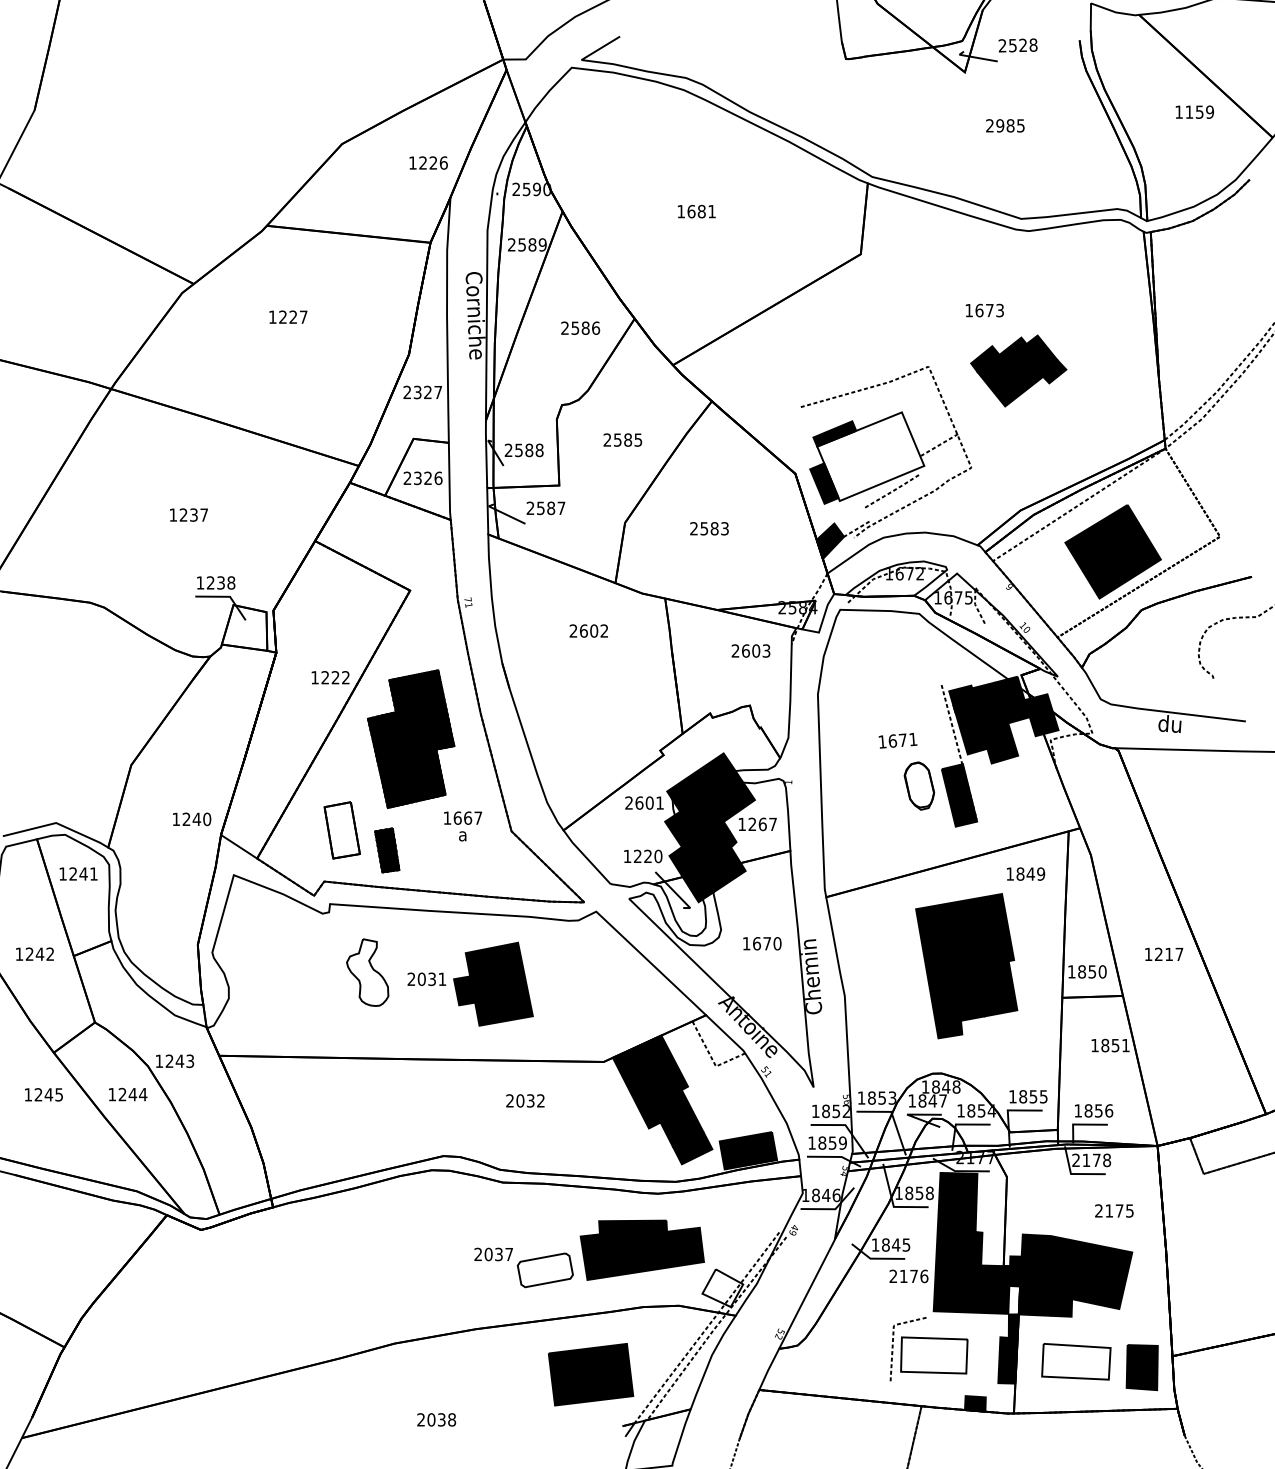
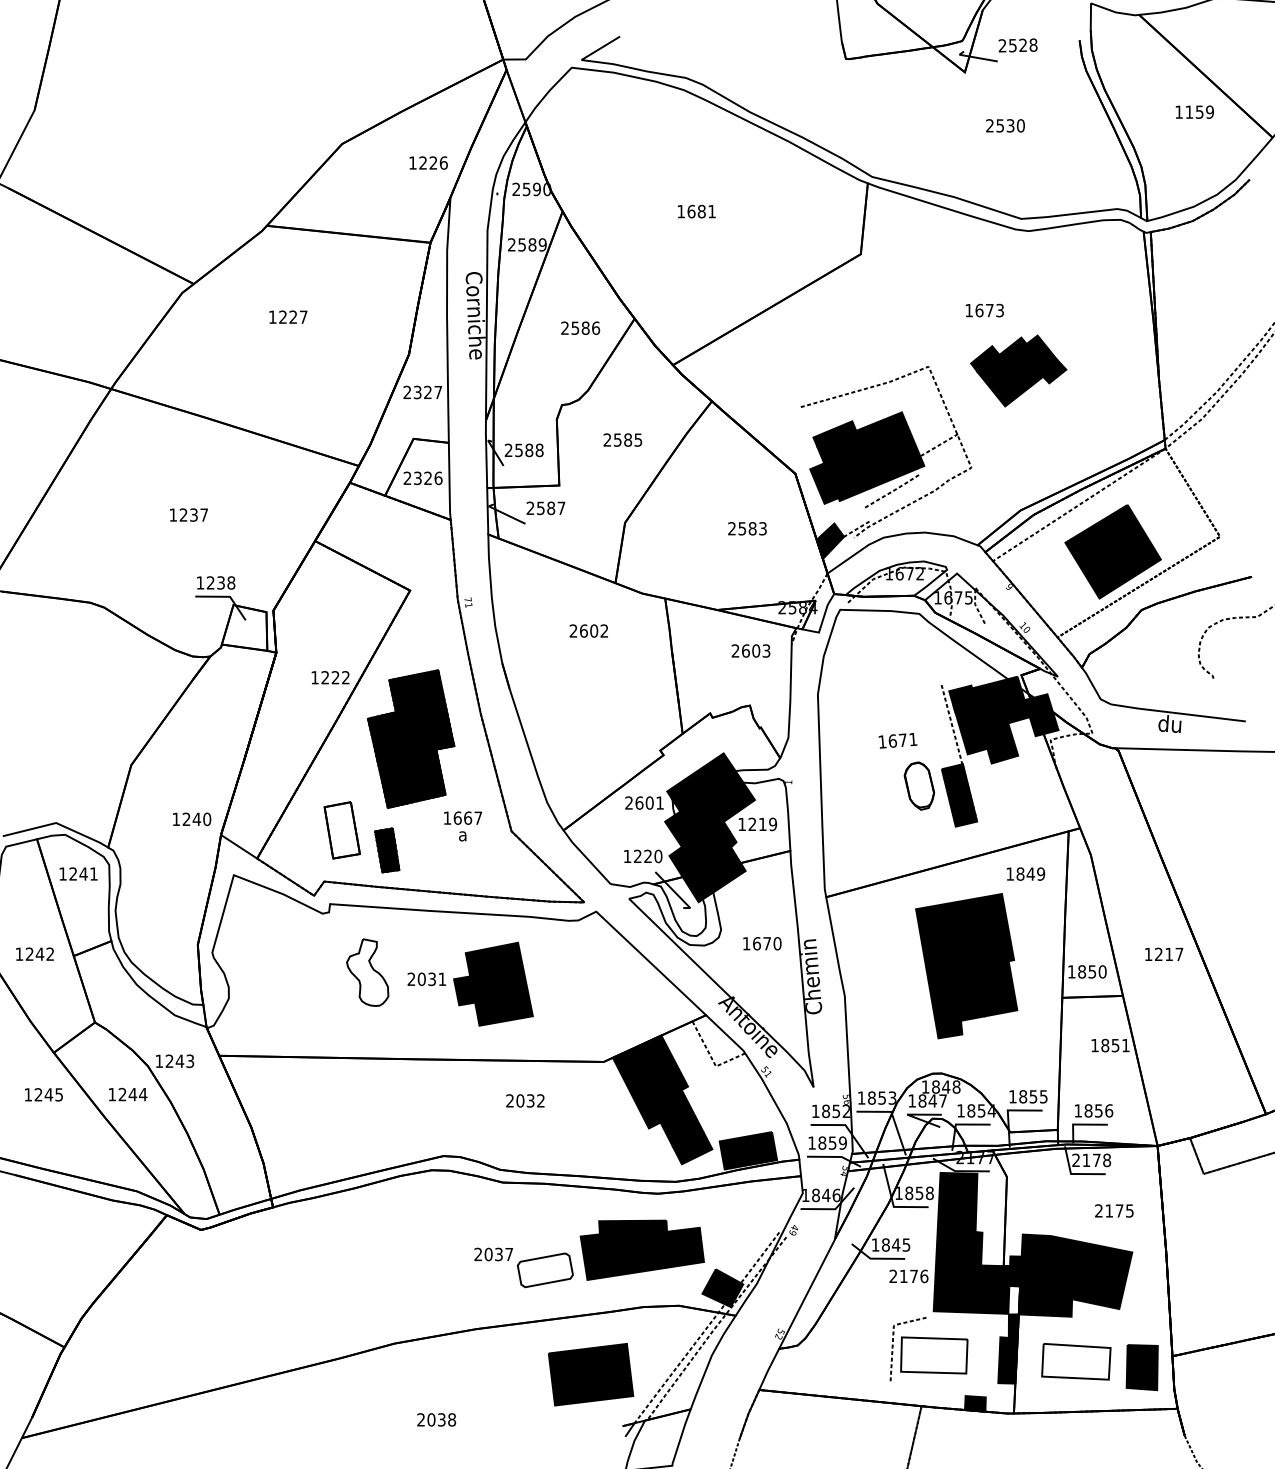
text at (1010, 125): 2985 -> 2530
fill at (870, 456): none -> present
text at (709, 528) position: (709, 528) -> (747, 528)
text at (767, 824): 1267 -> 1219
fill at (722, 1288): none -> present
